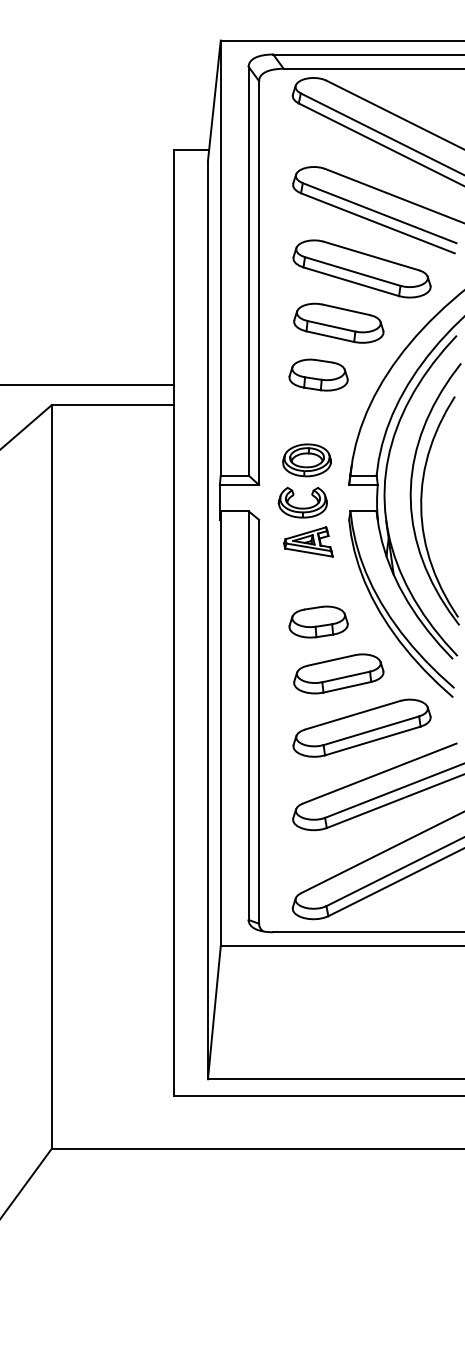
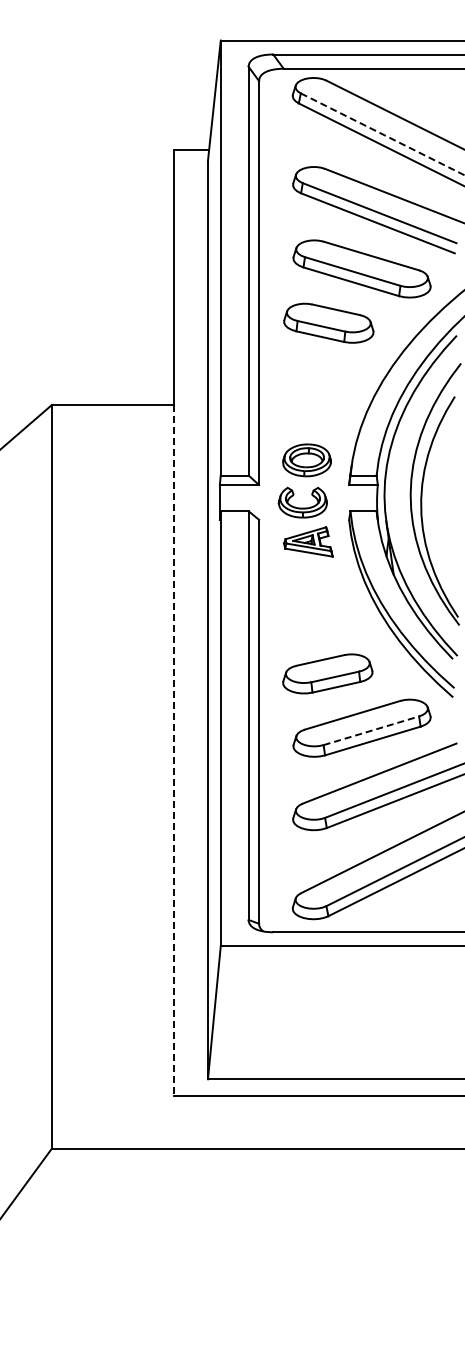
line at (383, 134): solid -> dashed
part at (338, 322) position: (338, 322) -> (328, 322)
part at (318, 374): present -> none
line at (87, 385): present -> none
part at (318, 621): present -> none
part at (338, 673) position: (338, 673) -> (327, 673)
line at (371, 730): solid -> dashed
line at (173, 750): solid -> dashed
